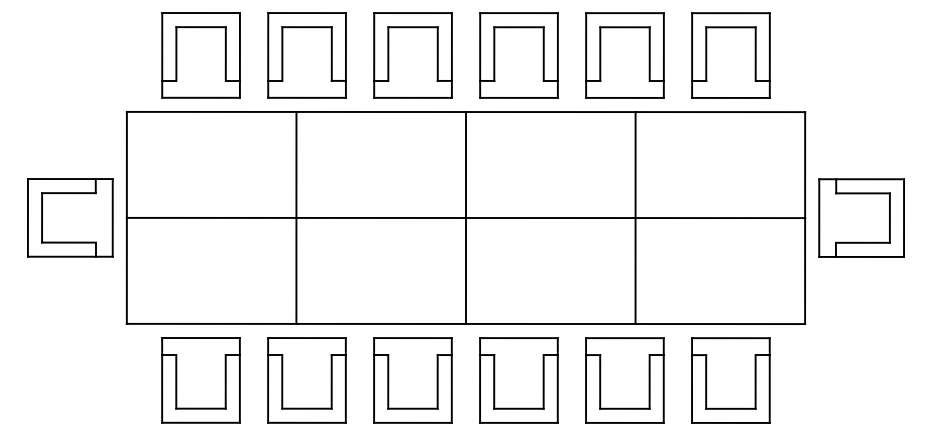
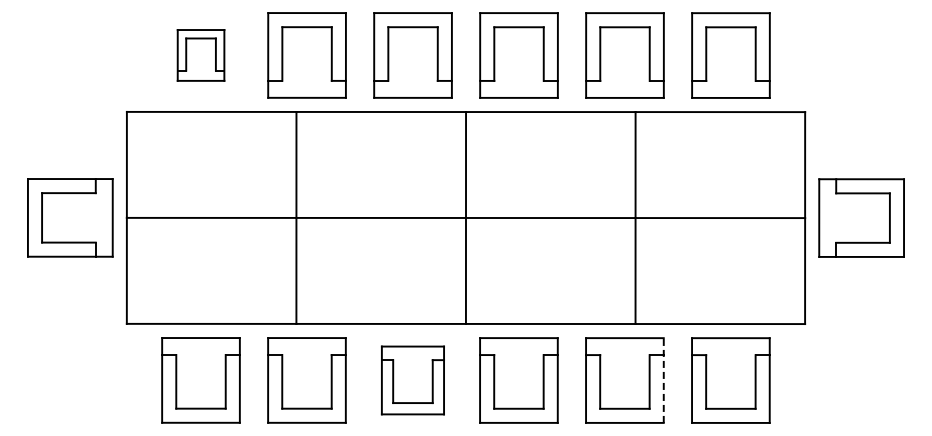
part at (200, 55) size: 80x87 px -> 50x53 px
part at (412, 380) size: 80x87 px -> 65x71 px
line at (663, 380): solid -> dashed
